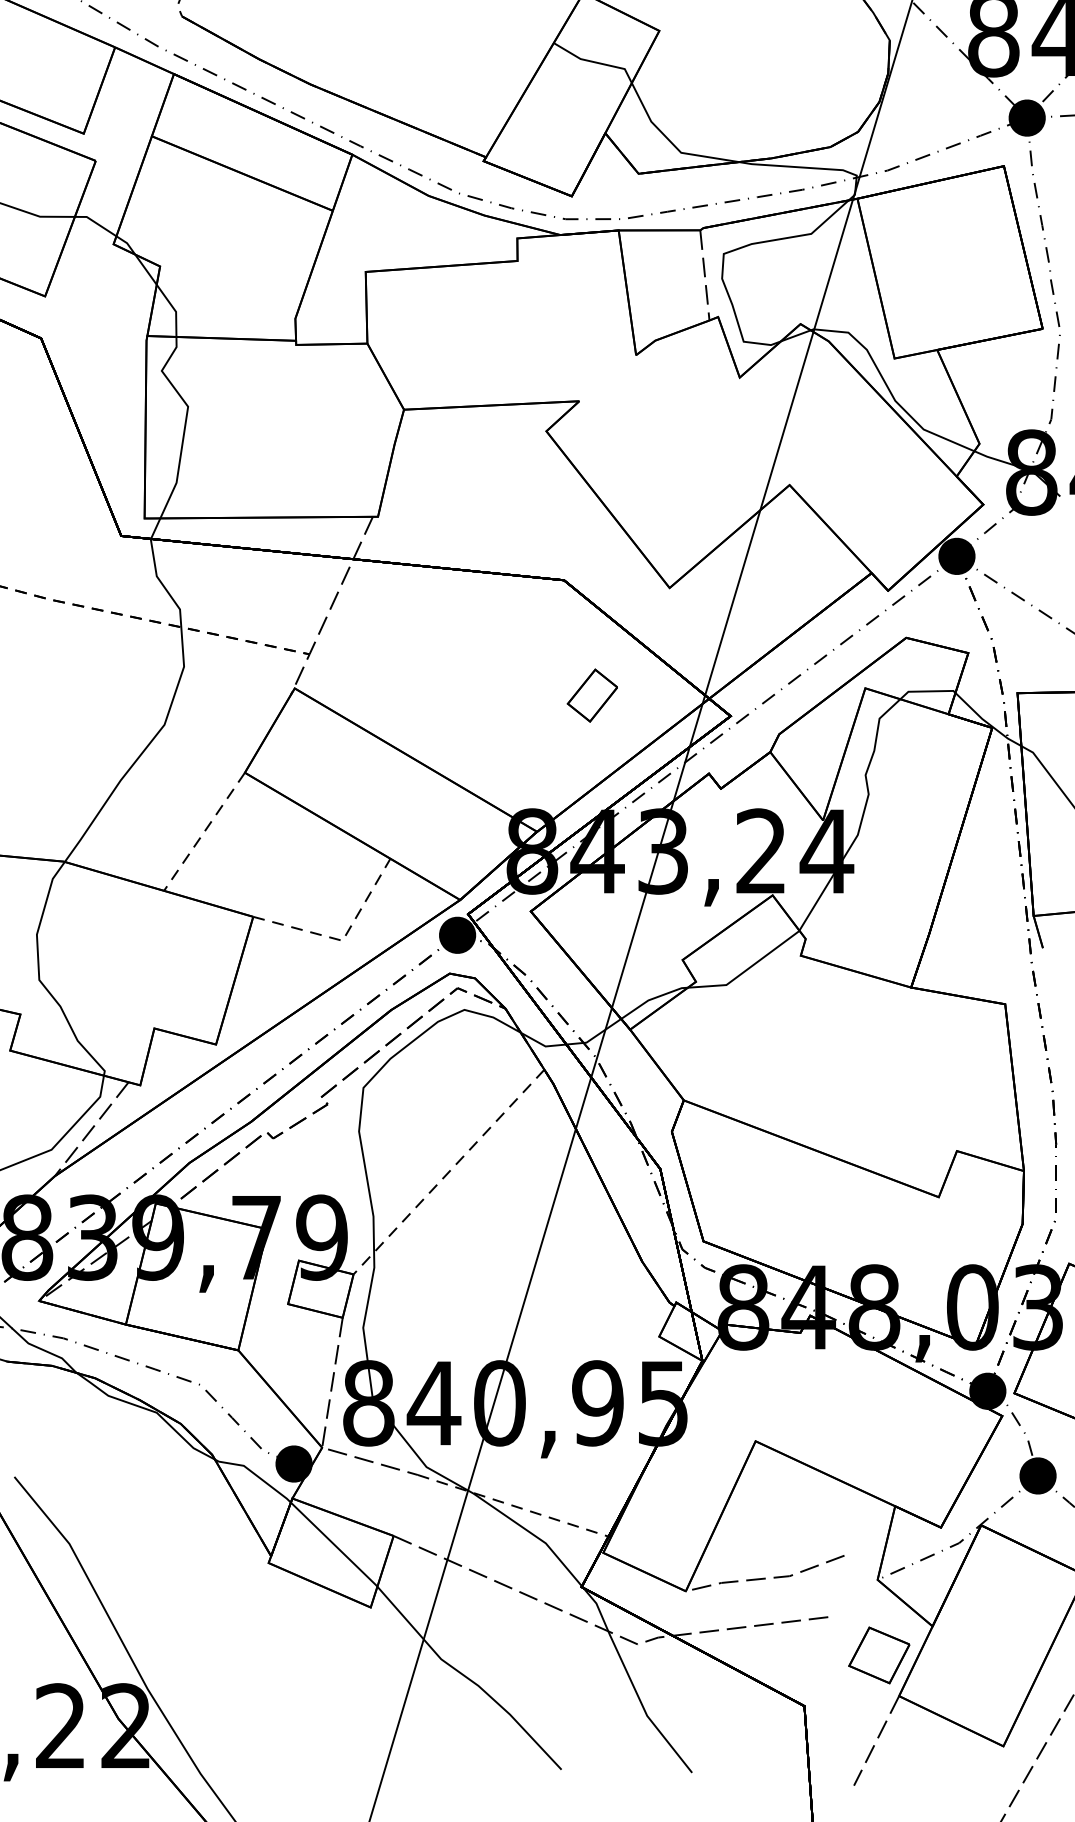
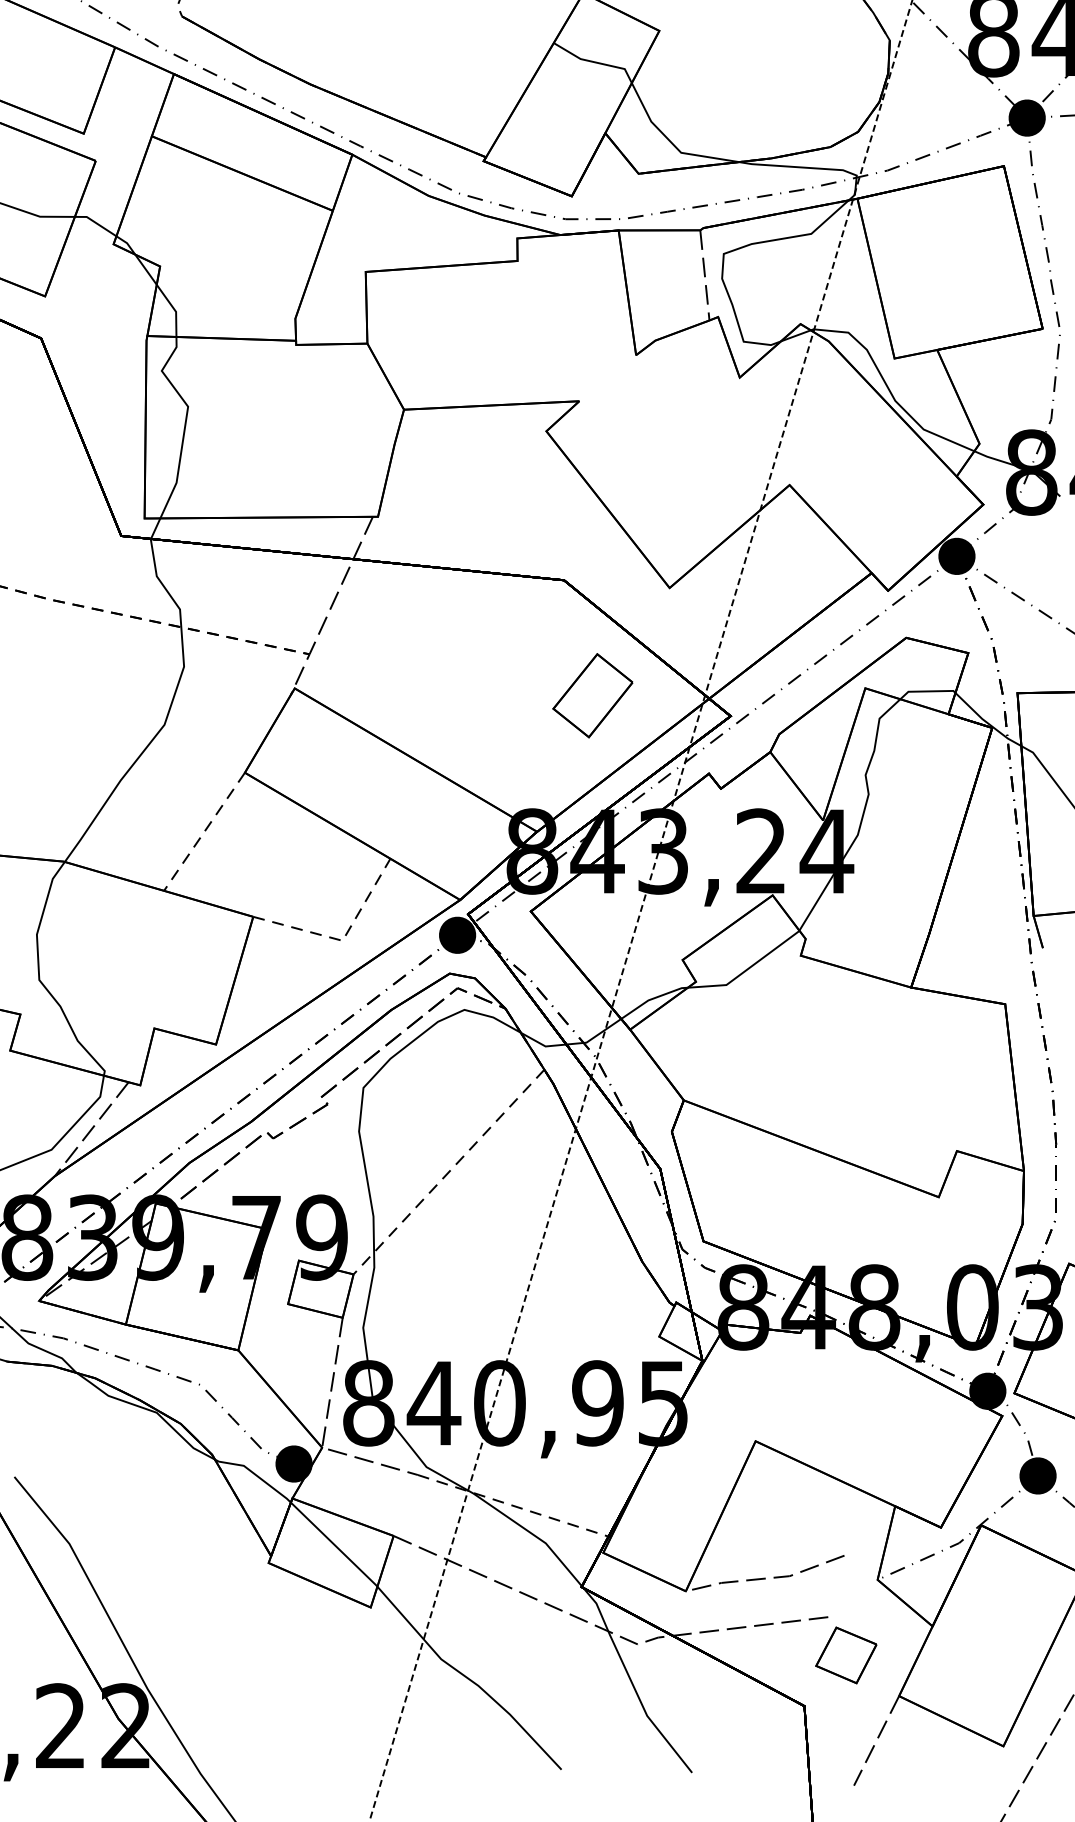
part at (591, 695) size: 52x55 px -> 82x86 px
line at (640, 910): solid -> dashed
part at (879, 1655) position: (879, 1655) -> (846, 1655)
